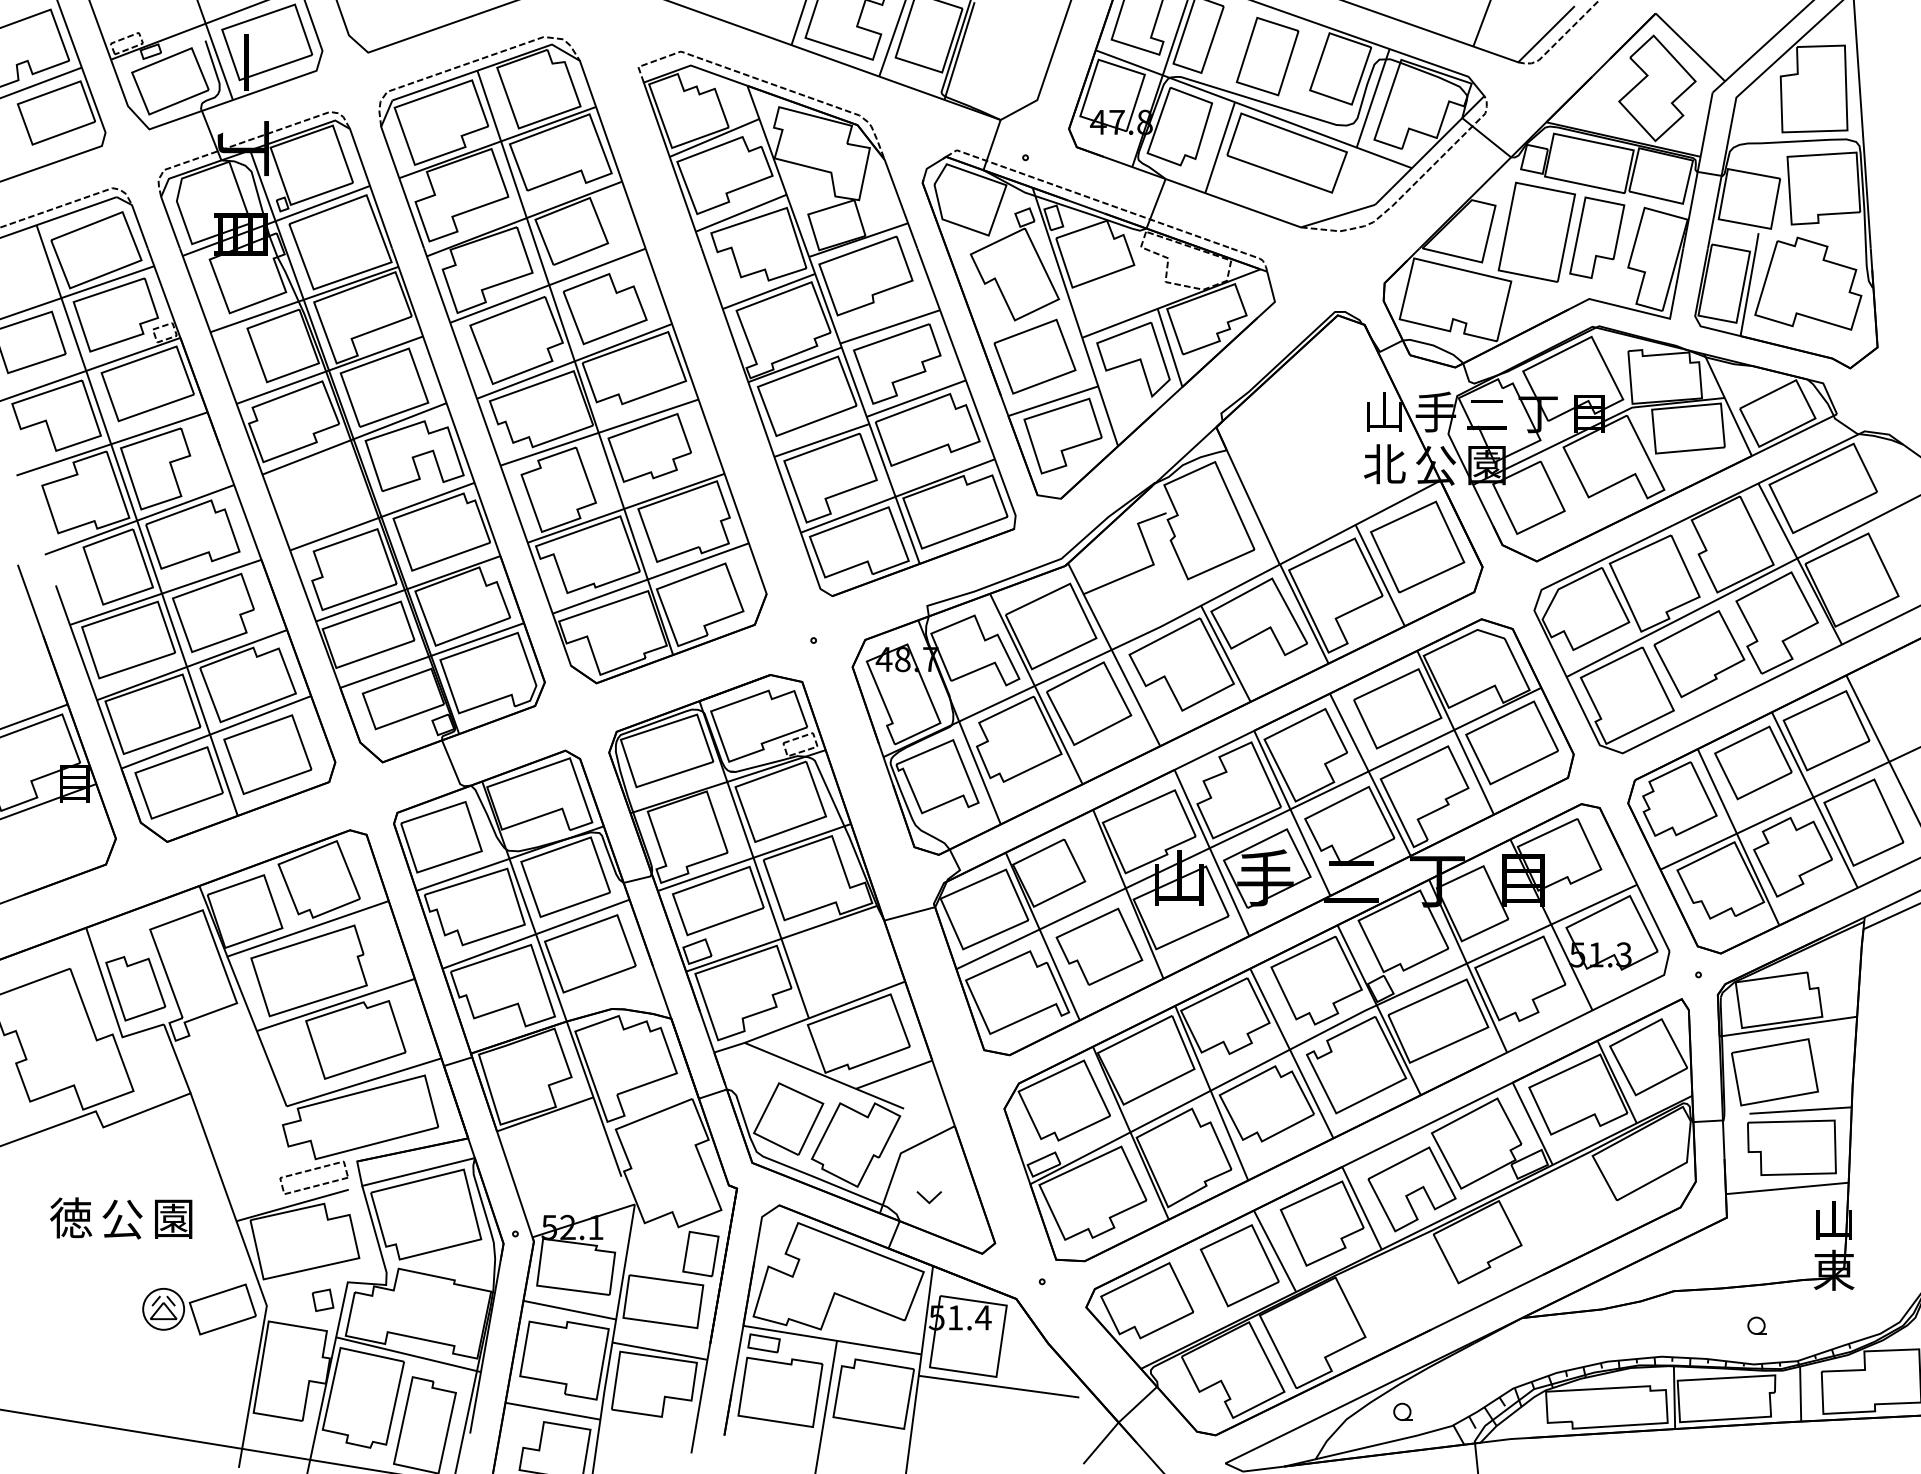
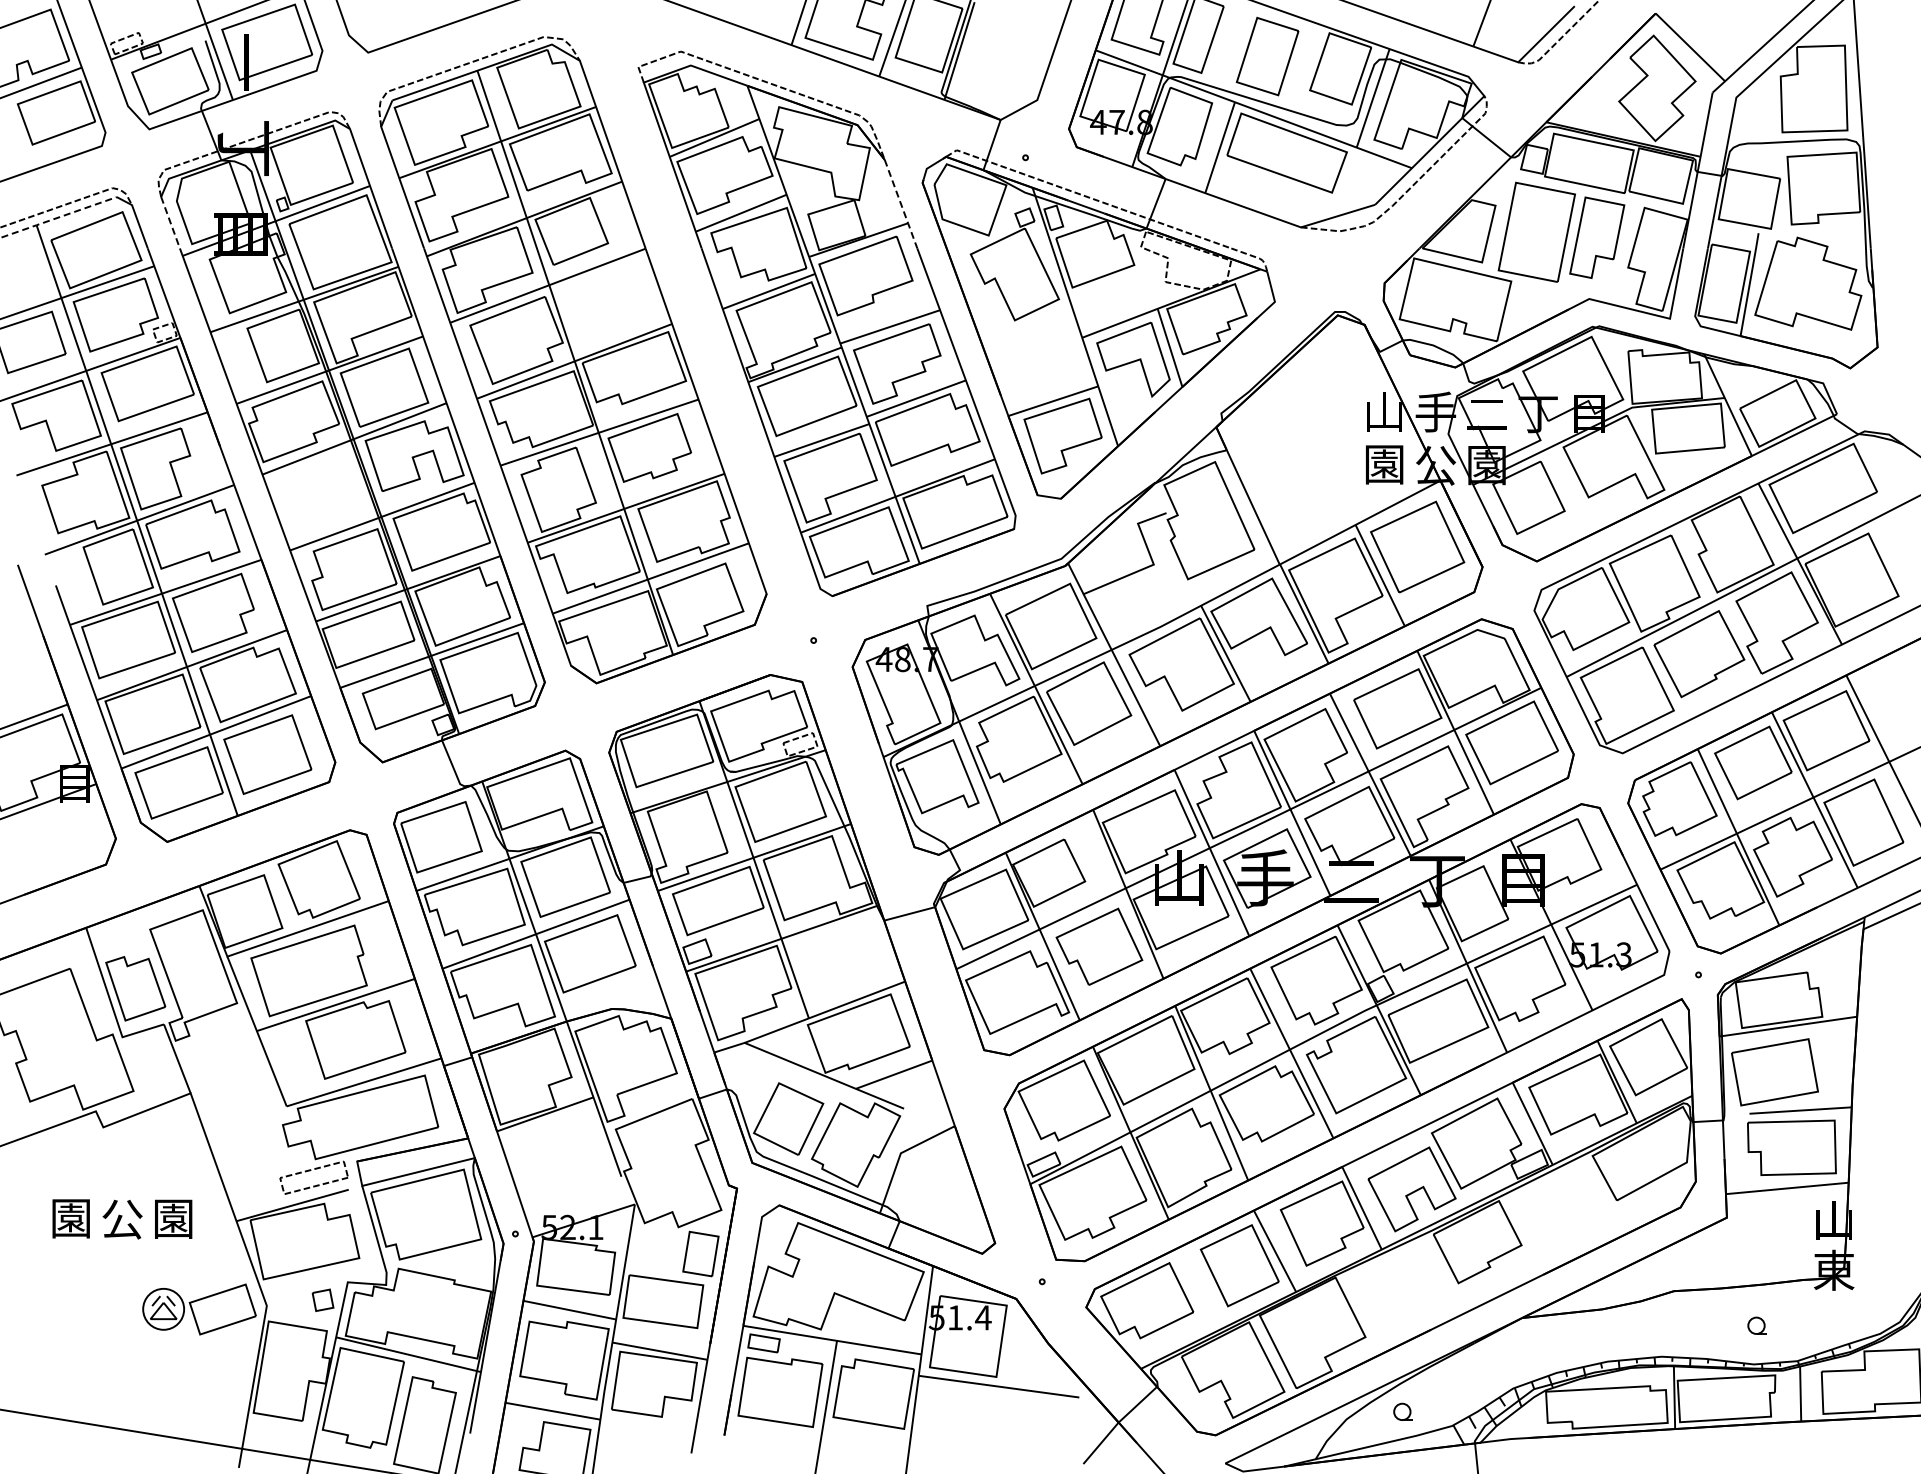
line at (901, 204): solid -> dashed
line at (58, 217): solid -> dashed
line at (170, 223): solid -> dashed
part at (604, 309): present -> none
part at (1034, 356): present -> none
text at (1384, 464): 北 -> 園
part at (928, 1197): present -> none
text at (71, 1217): 徳 -> 園
